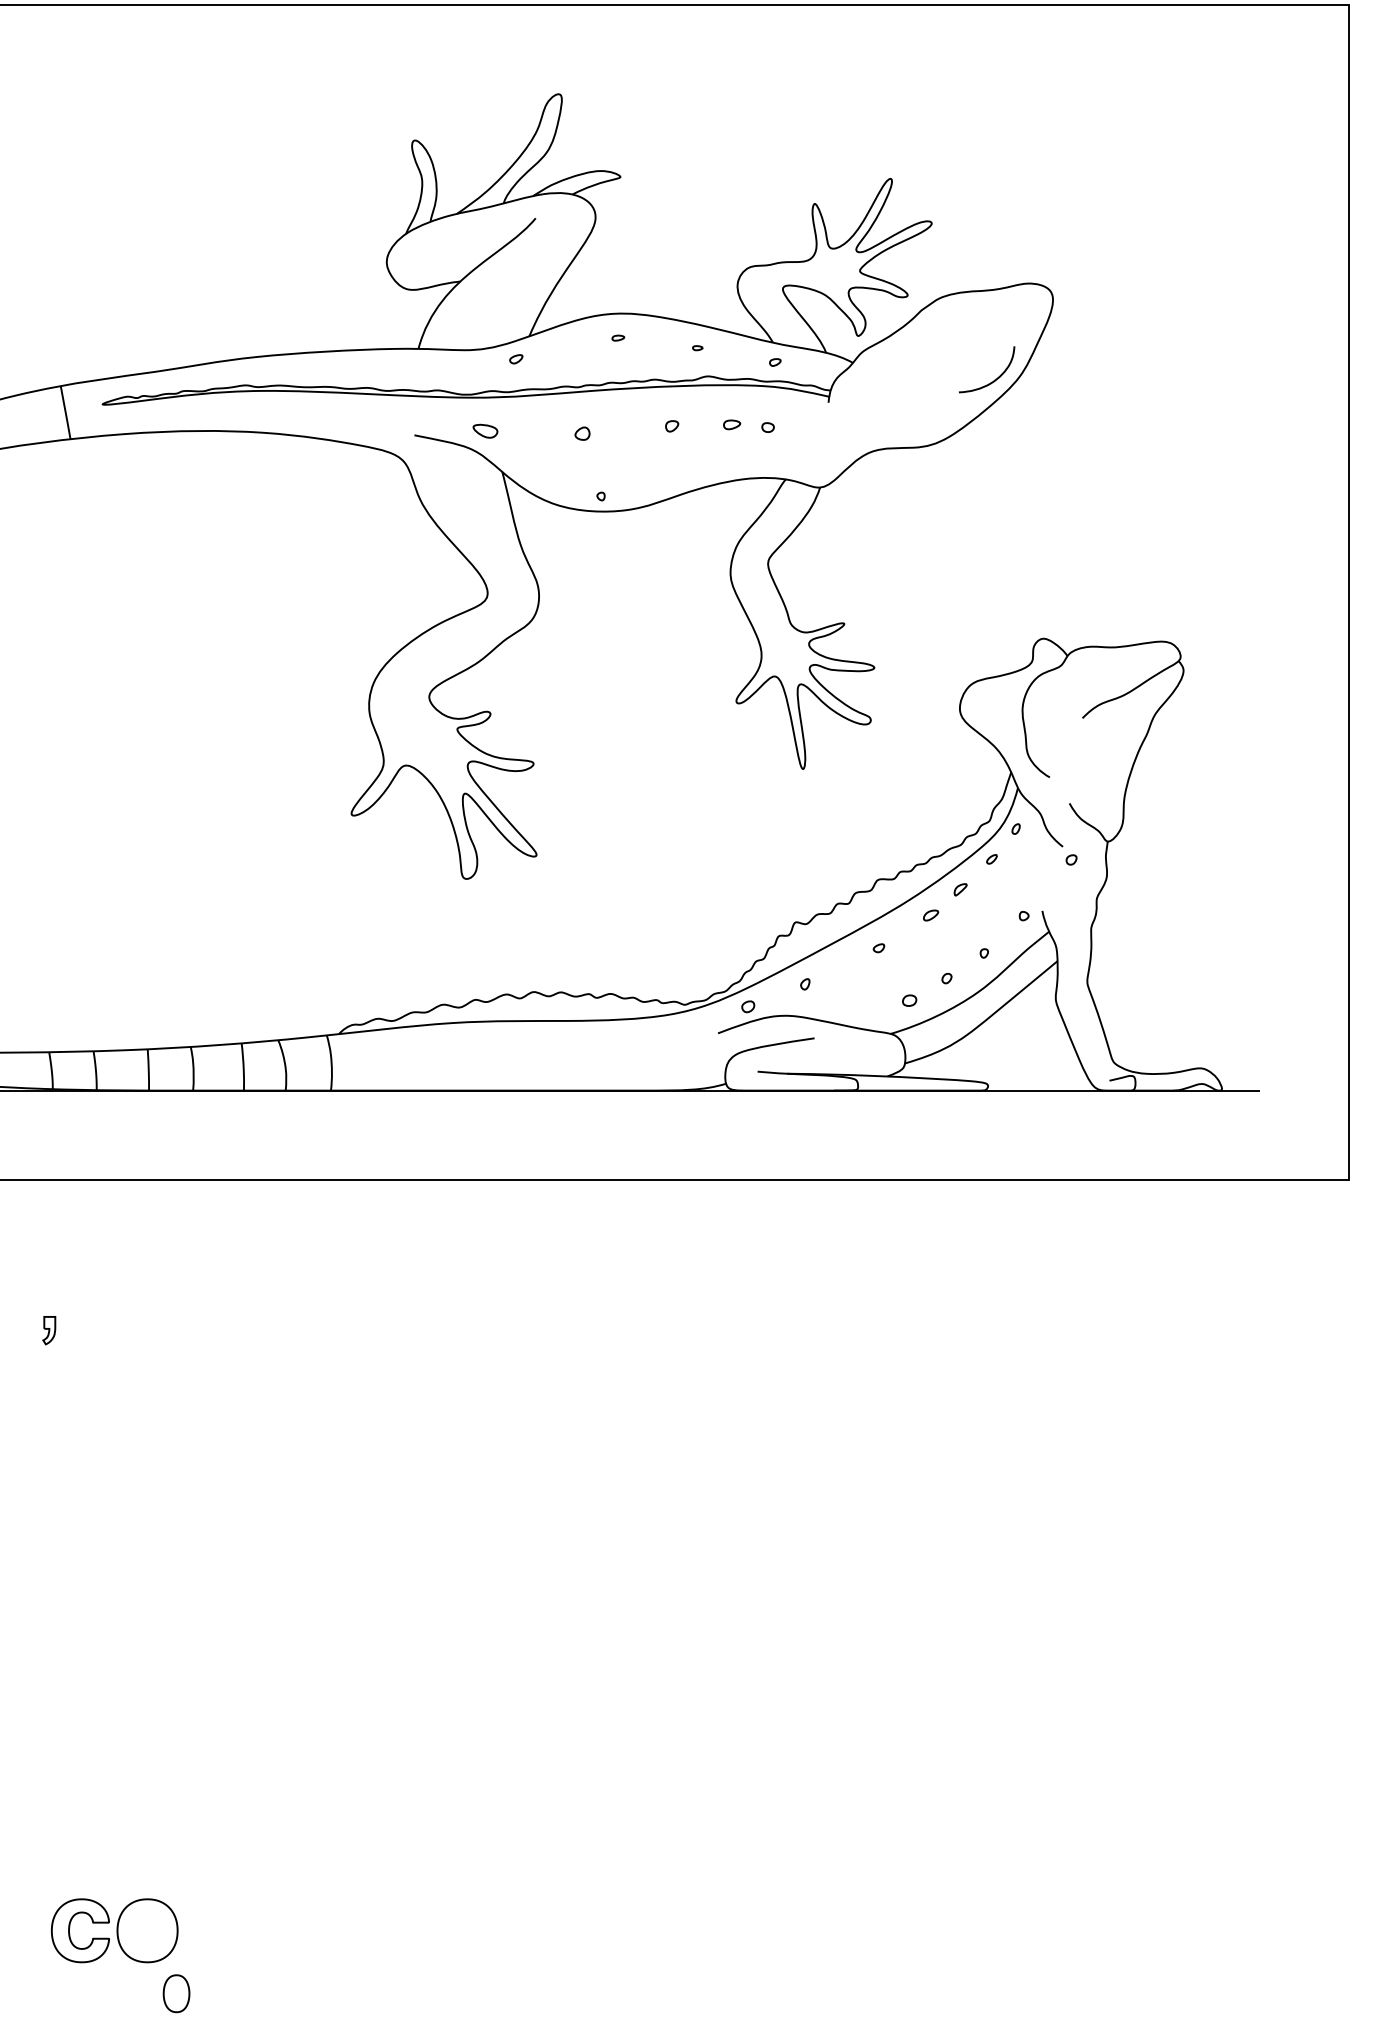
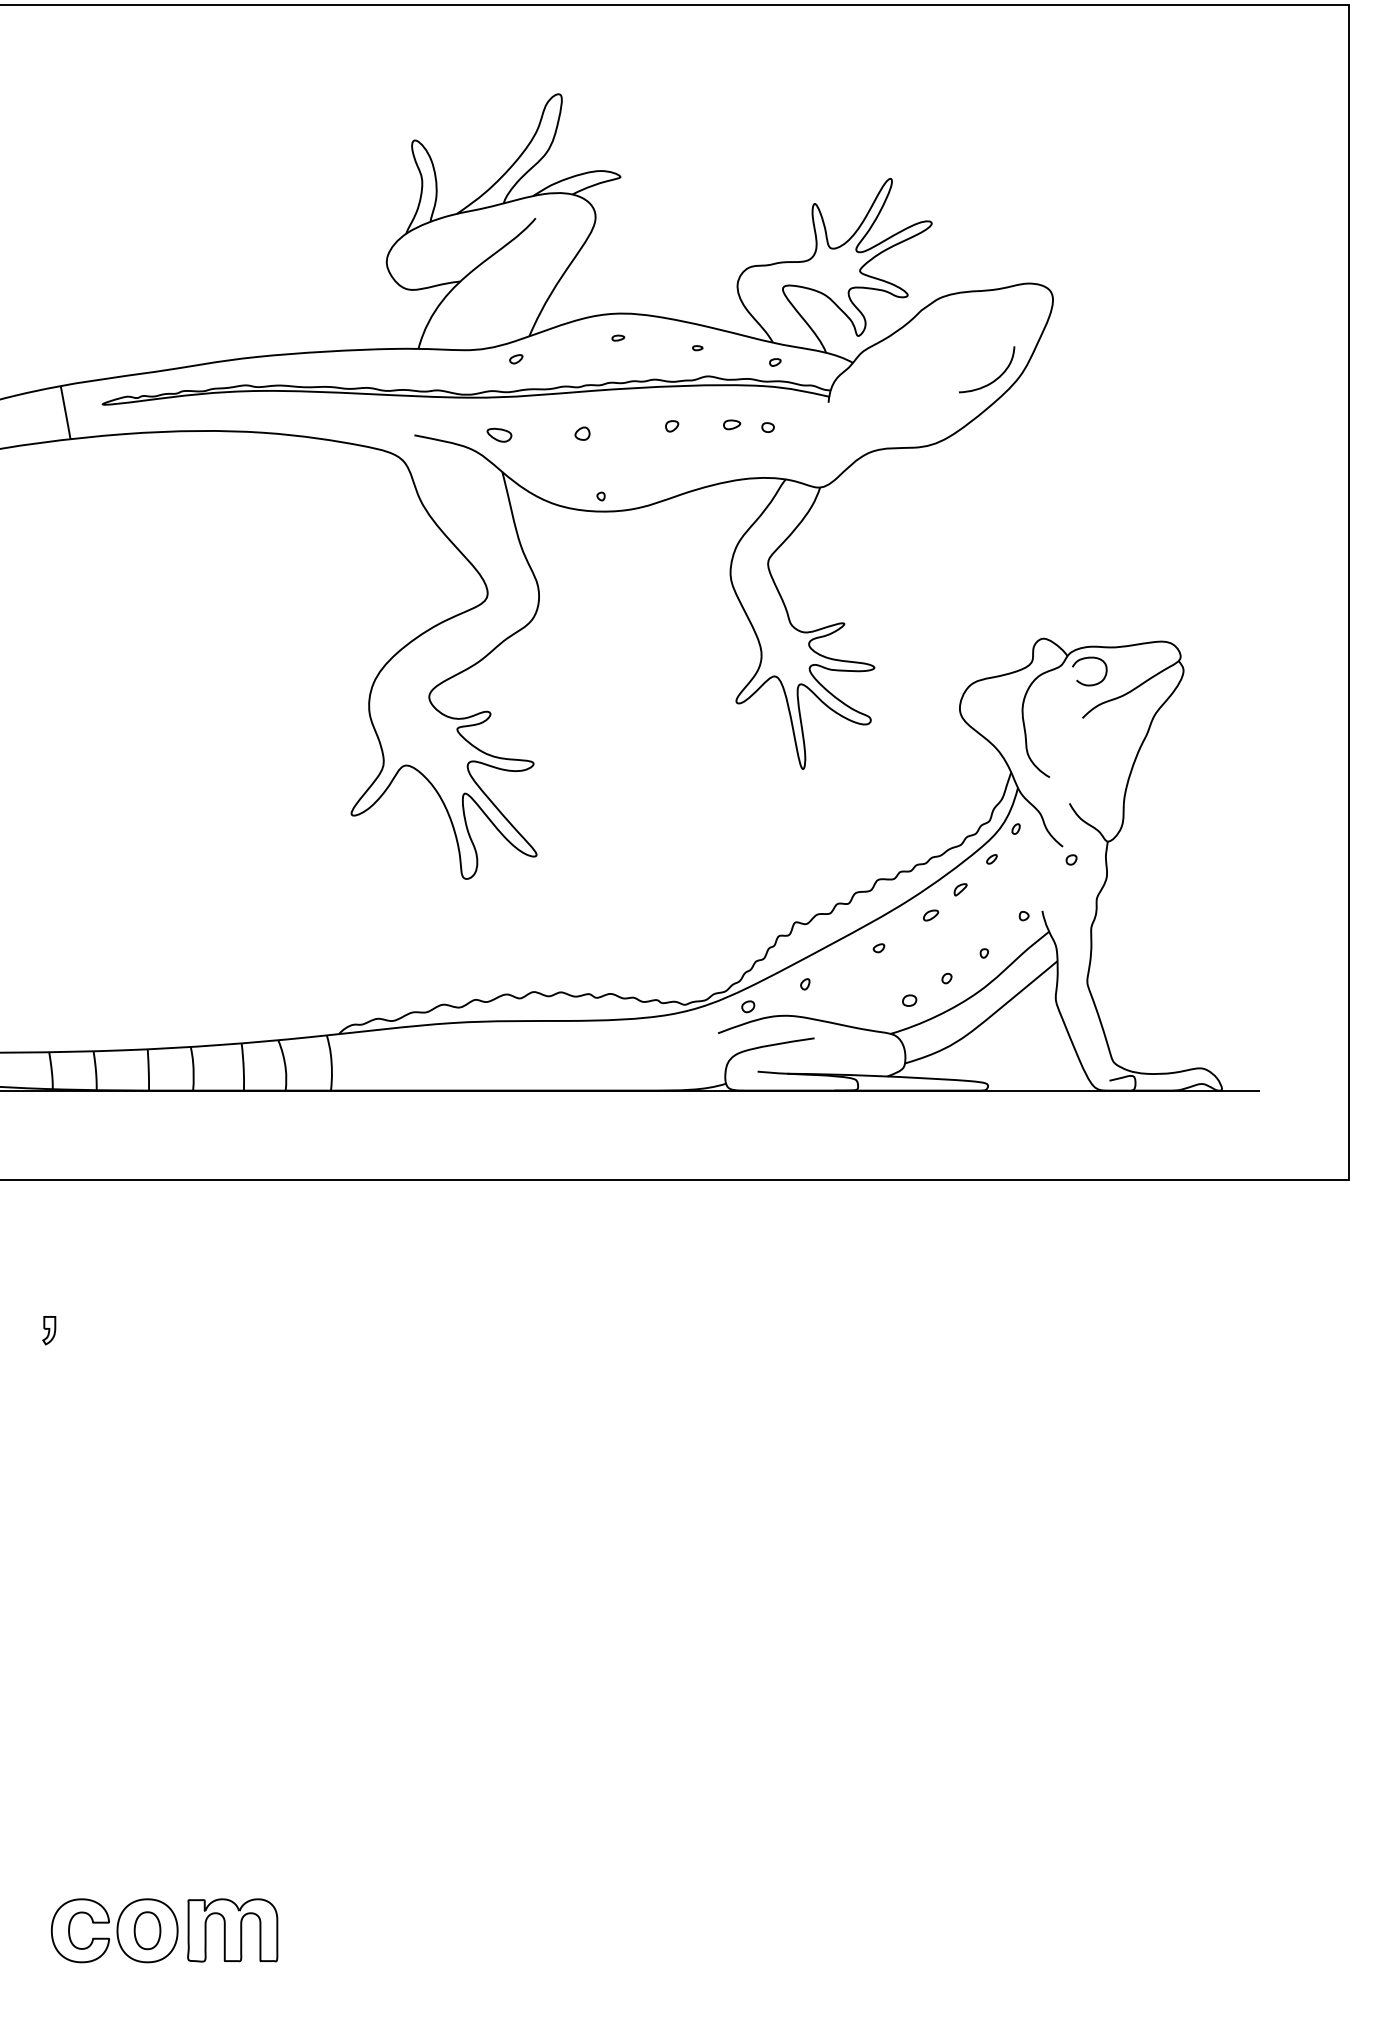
part at (485, 430) position: (485, 430) -> (499, 434)
curve at (1085, 659): none -> present
part at (232, 1930): none -> present
part at (176, 1993) position: (176, 1993) -> (147, 1930)
